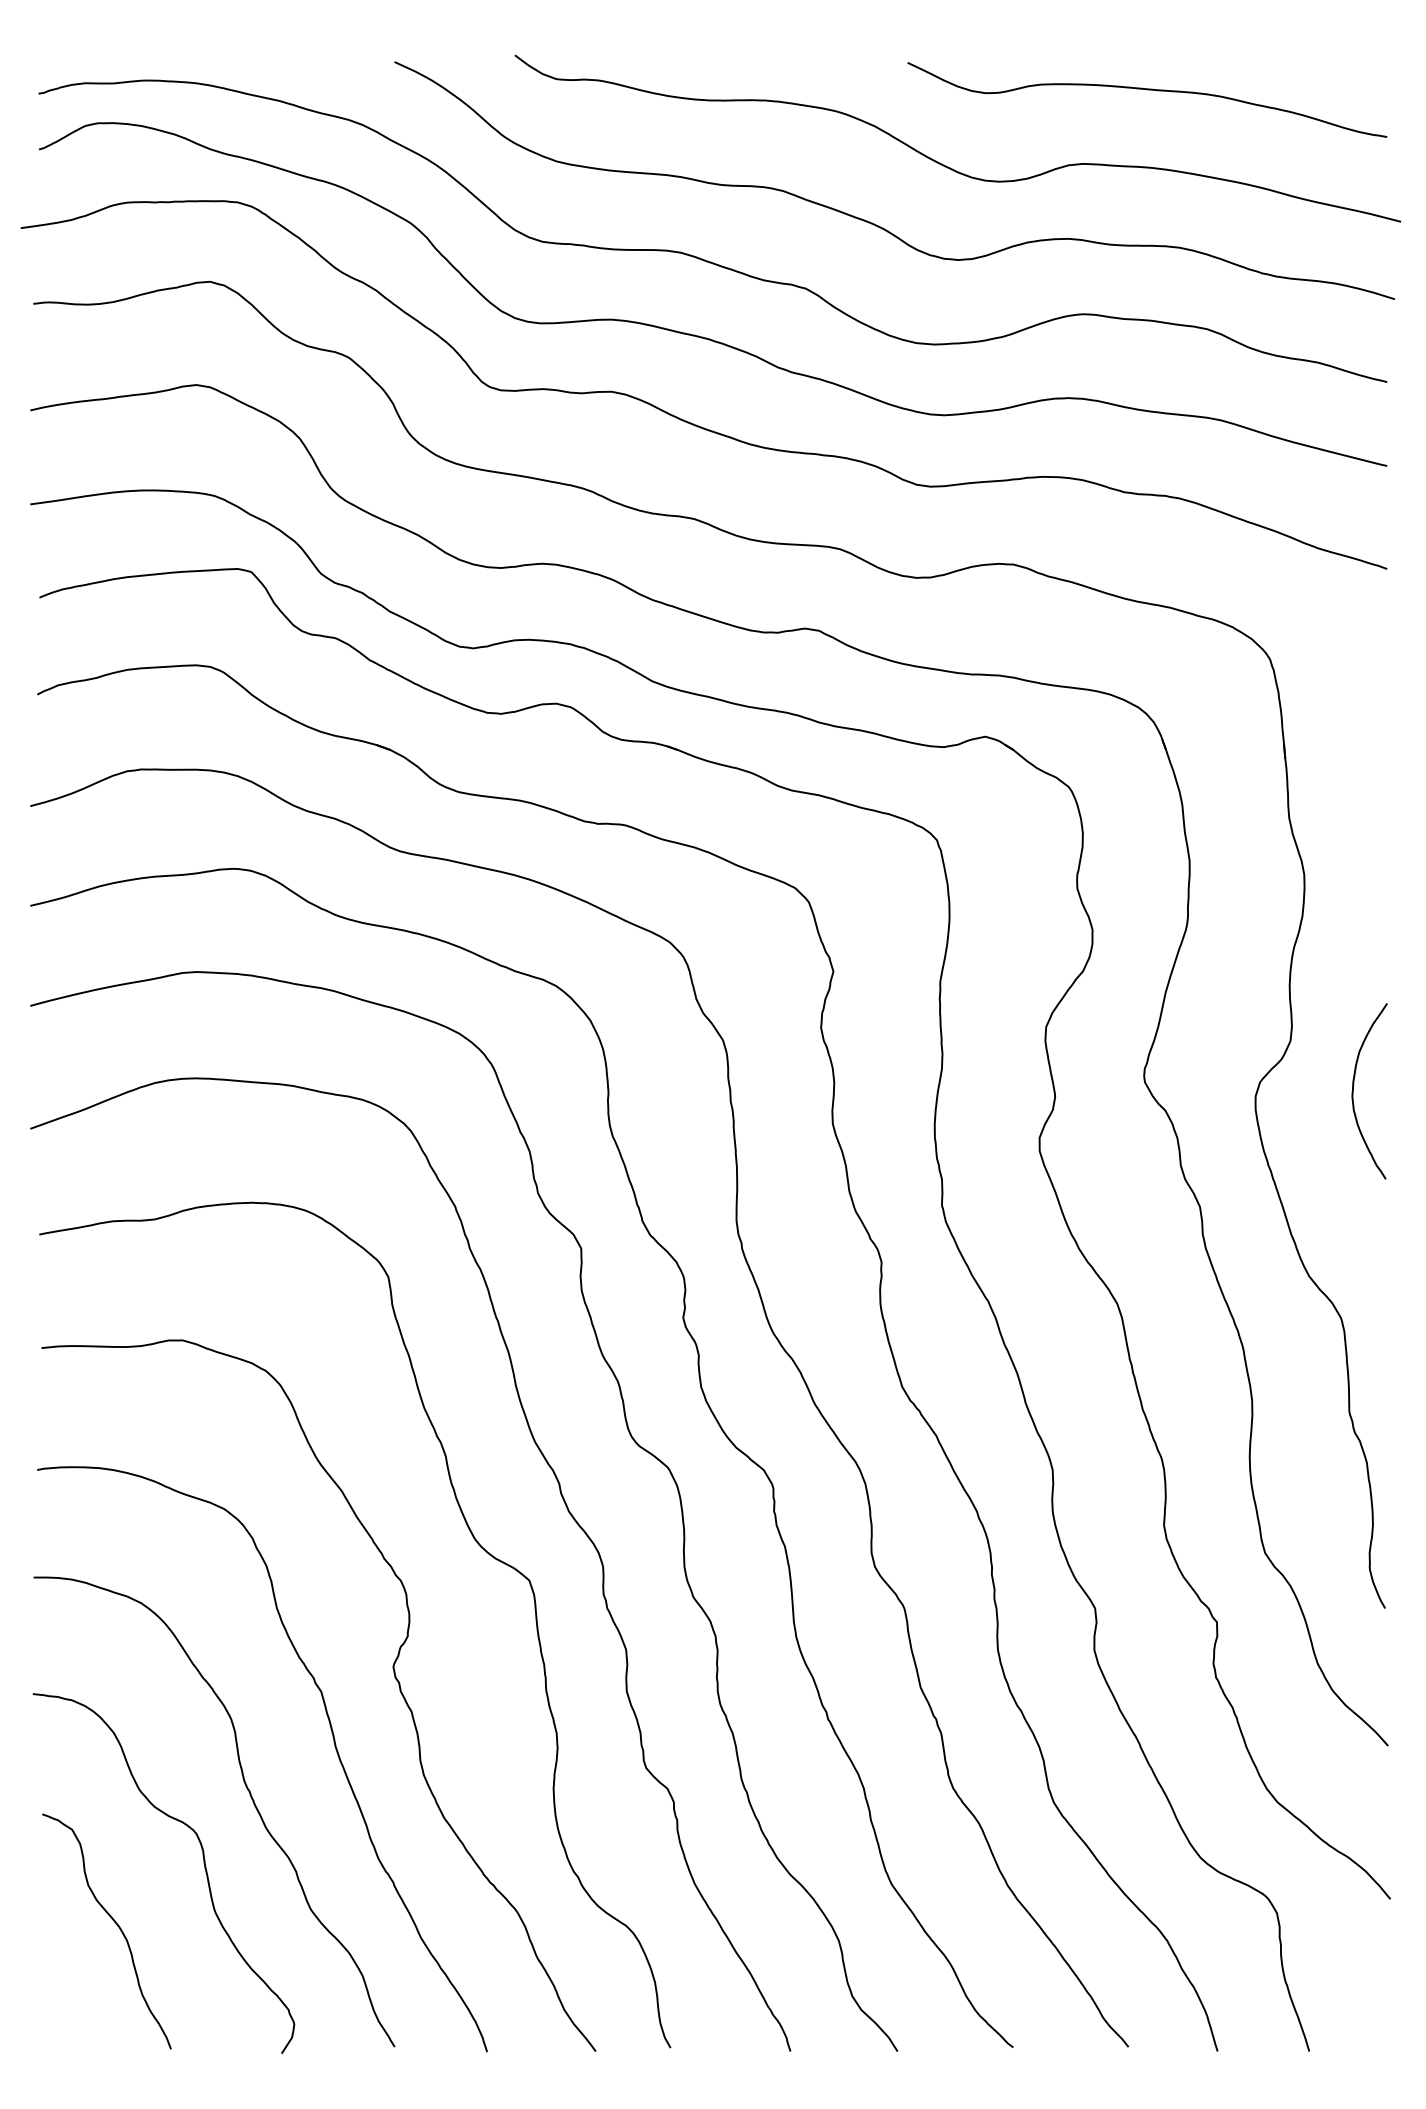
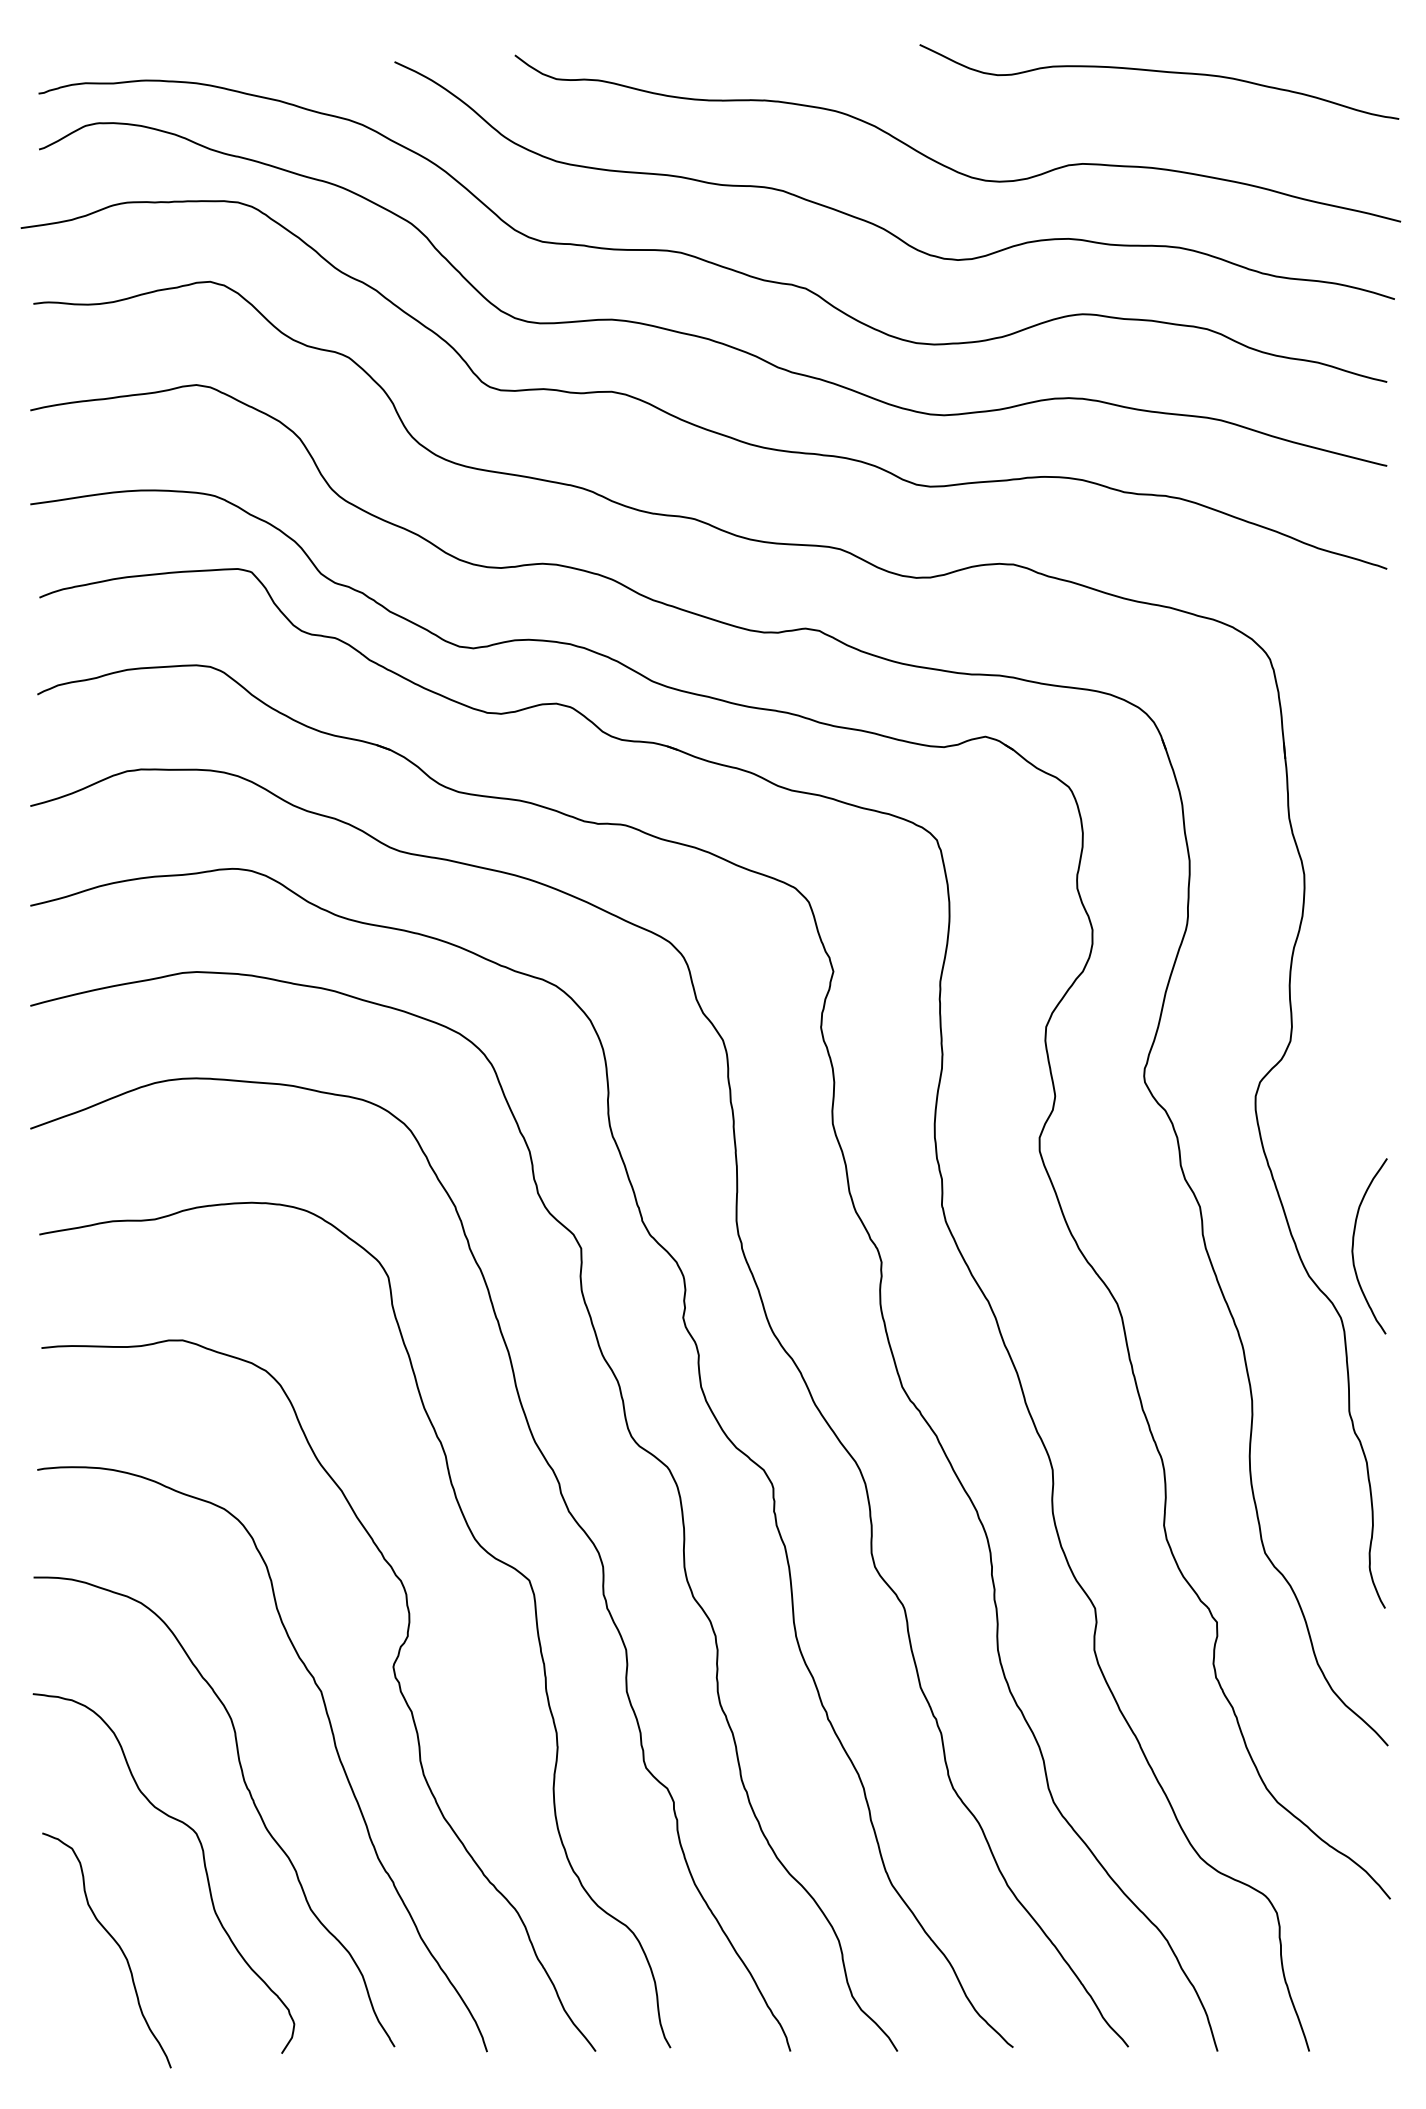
curve at (1147, 90) position: (1147, 90) -> (1159, 72)
curve at (1353, 1091) position: (1353, 1091) -> (1353, 1246)
curve at (116, 1925) position: (116, 1925) -> (116, 1944)
